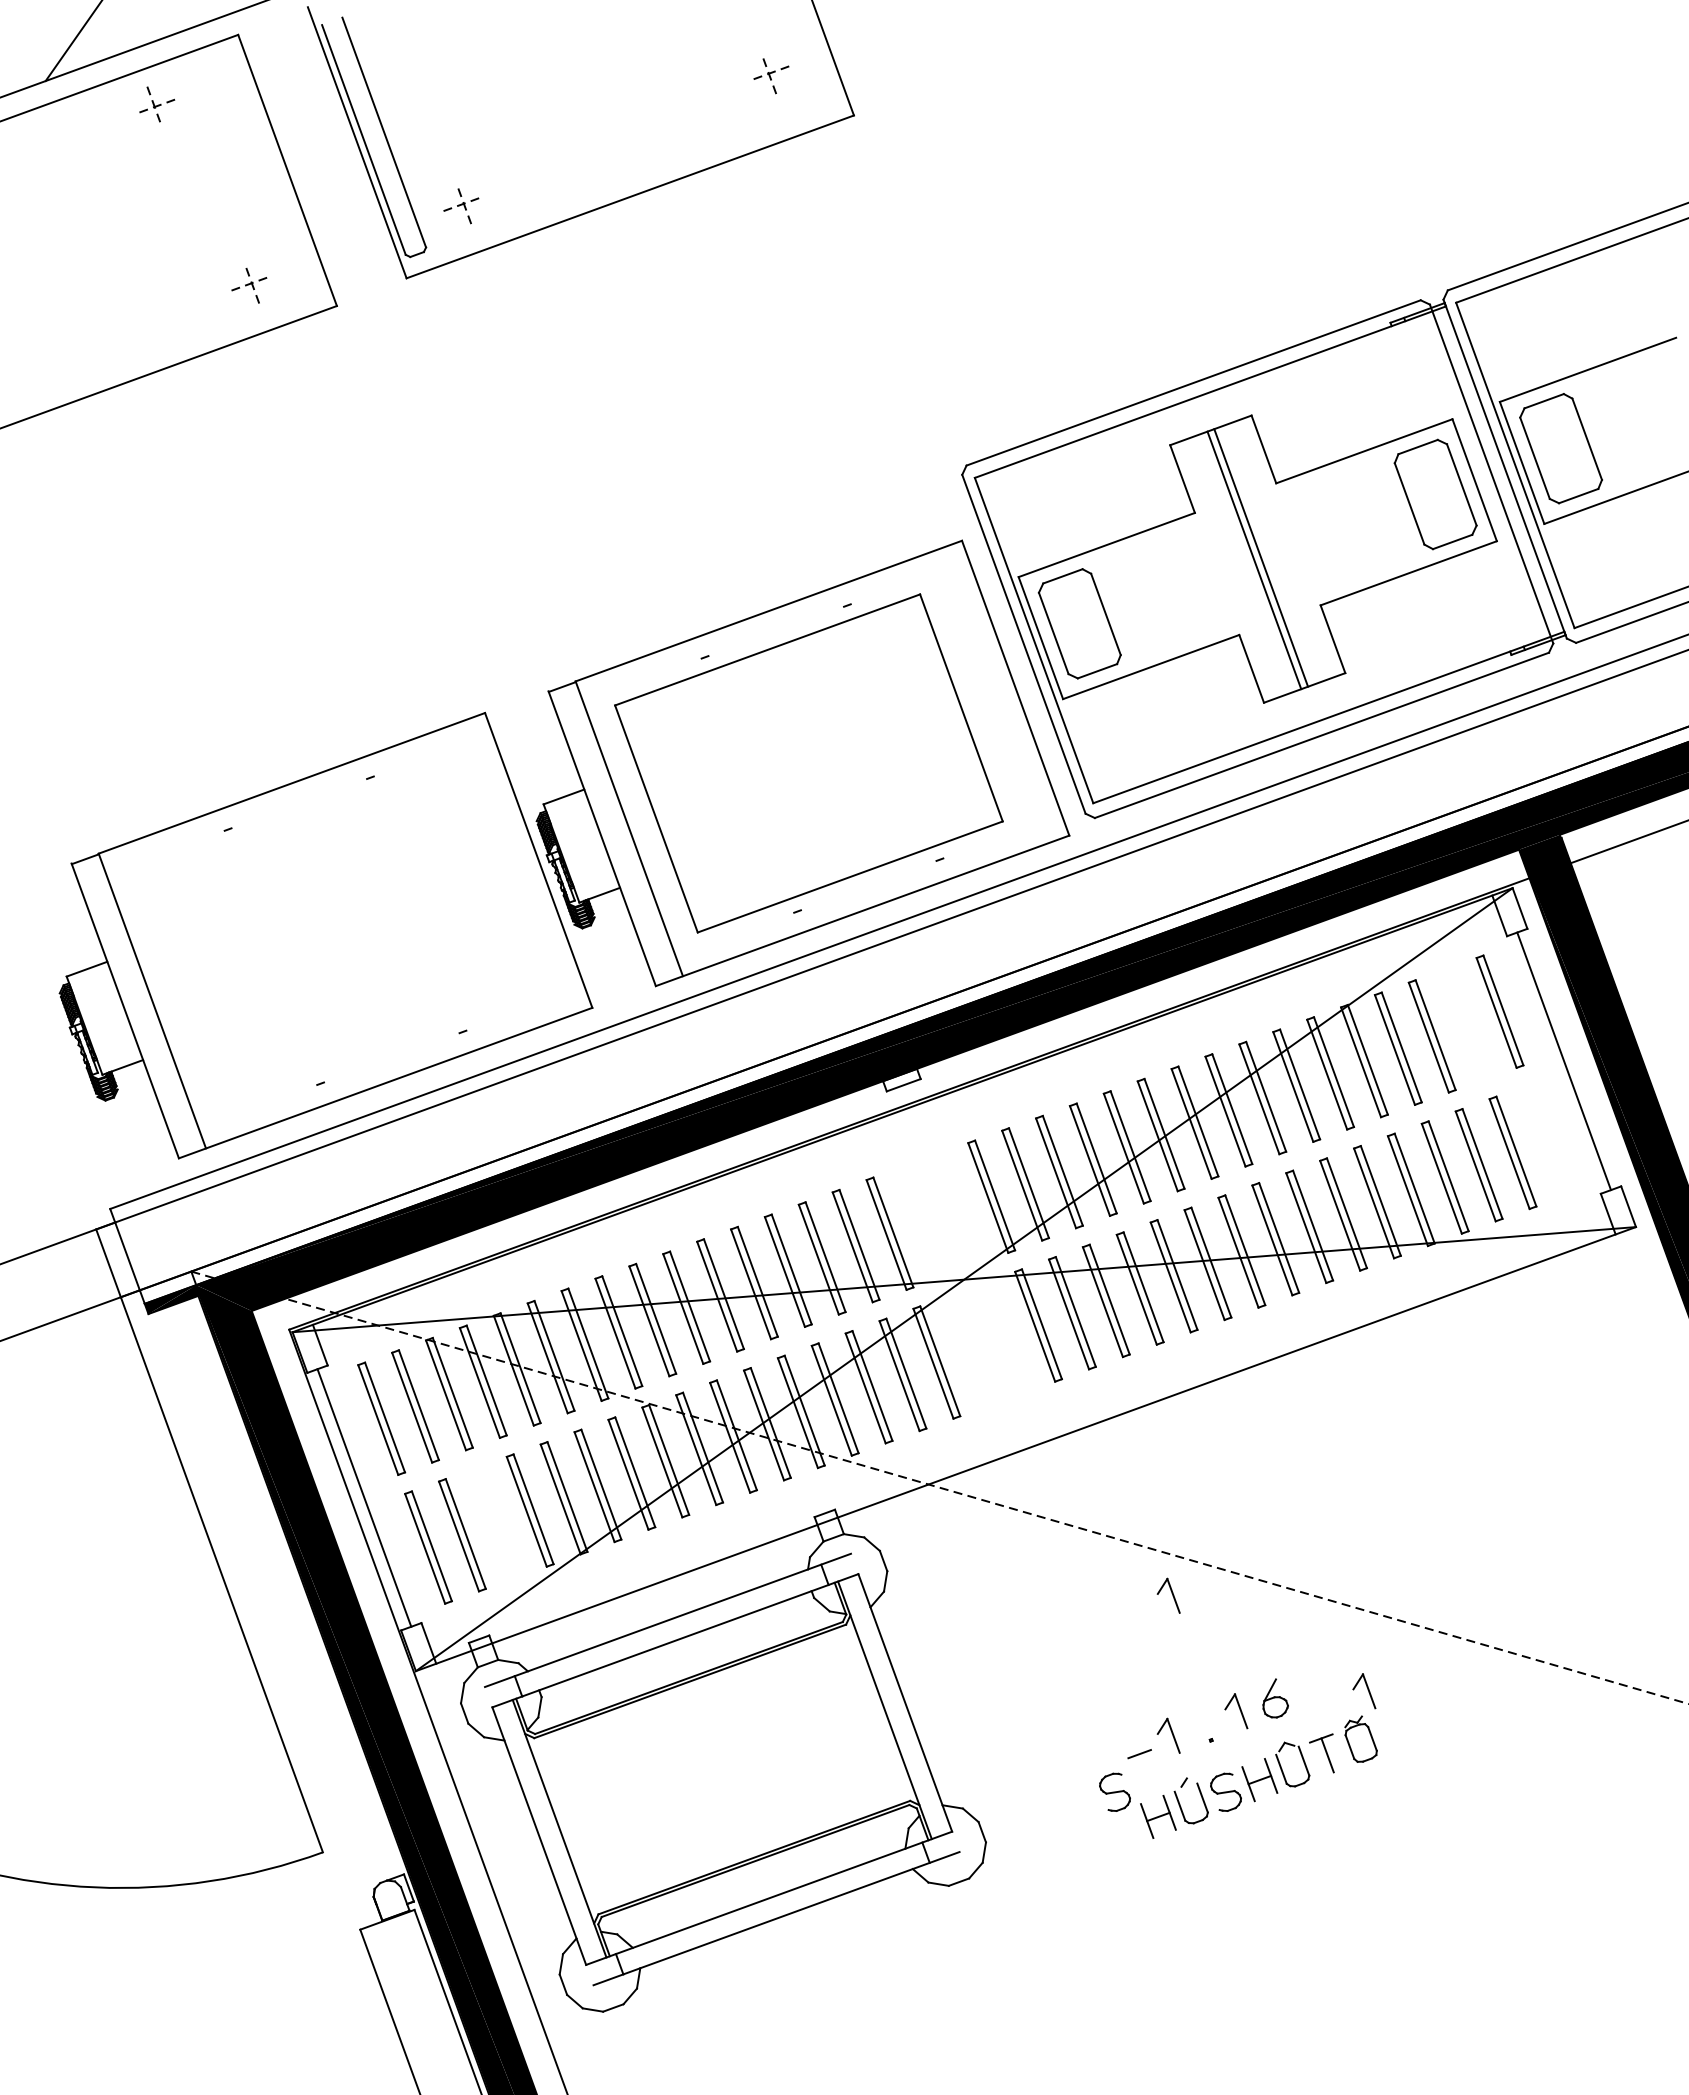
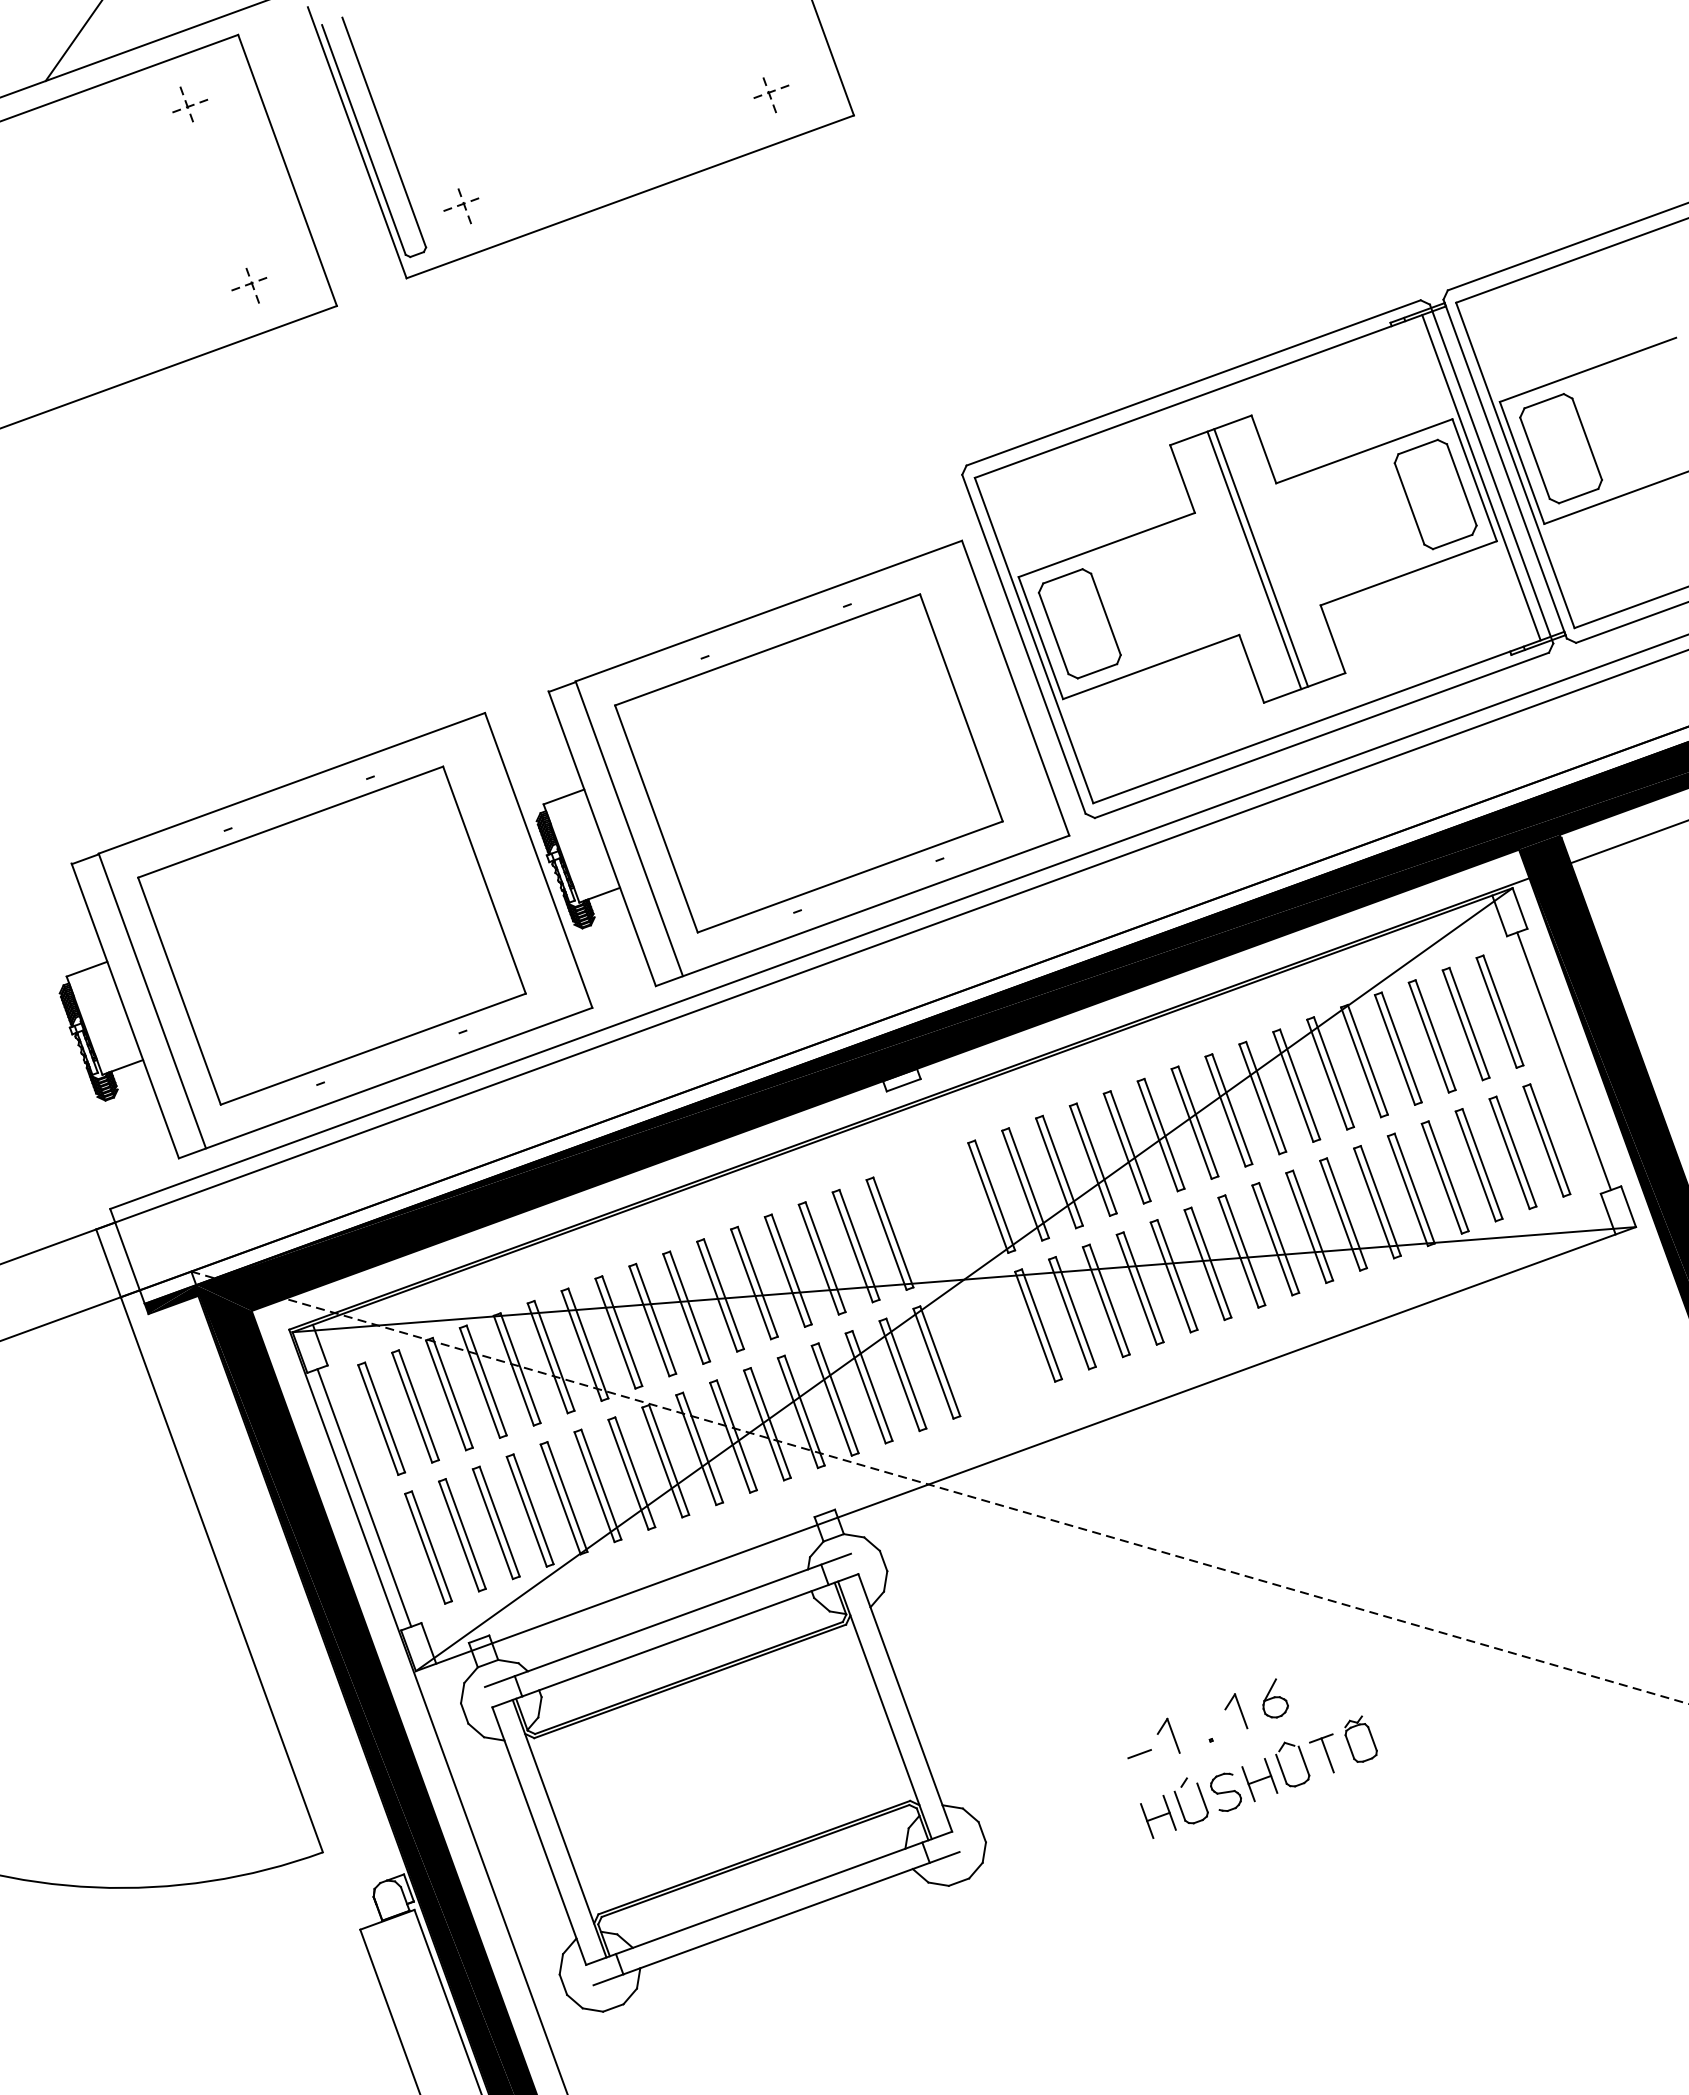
part at (771, 76) position: (771, 76) -> (771, 95)
part at (157, 104) position: (157, 104) -> (190, 104)
line at (1481, 477): none -> present
part at (331, 935): none -> present
part at (1465, 1023): none -> present
part at (1546, 1140): none -> present
part at (495, 1522): none -> present
part at (1168, 1595): present -> none
part at (1364, 1691): present -> none
part at (1114, 1791): present -> none
